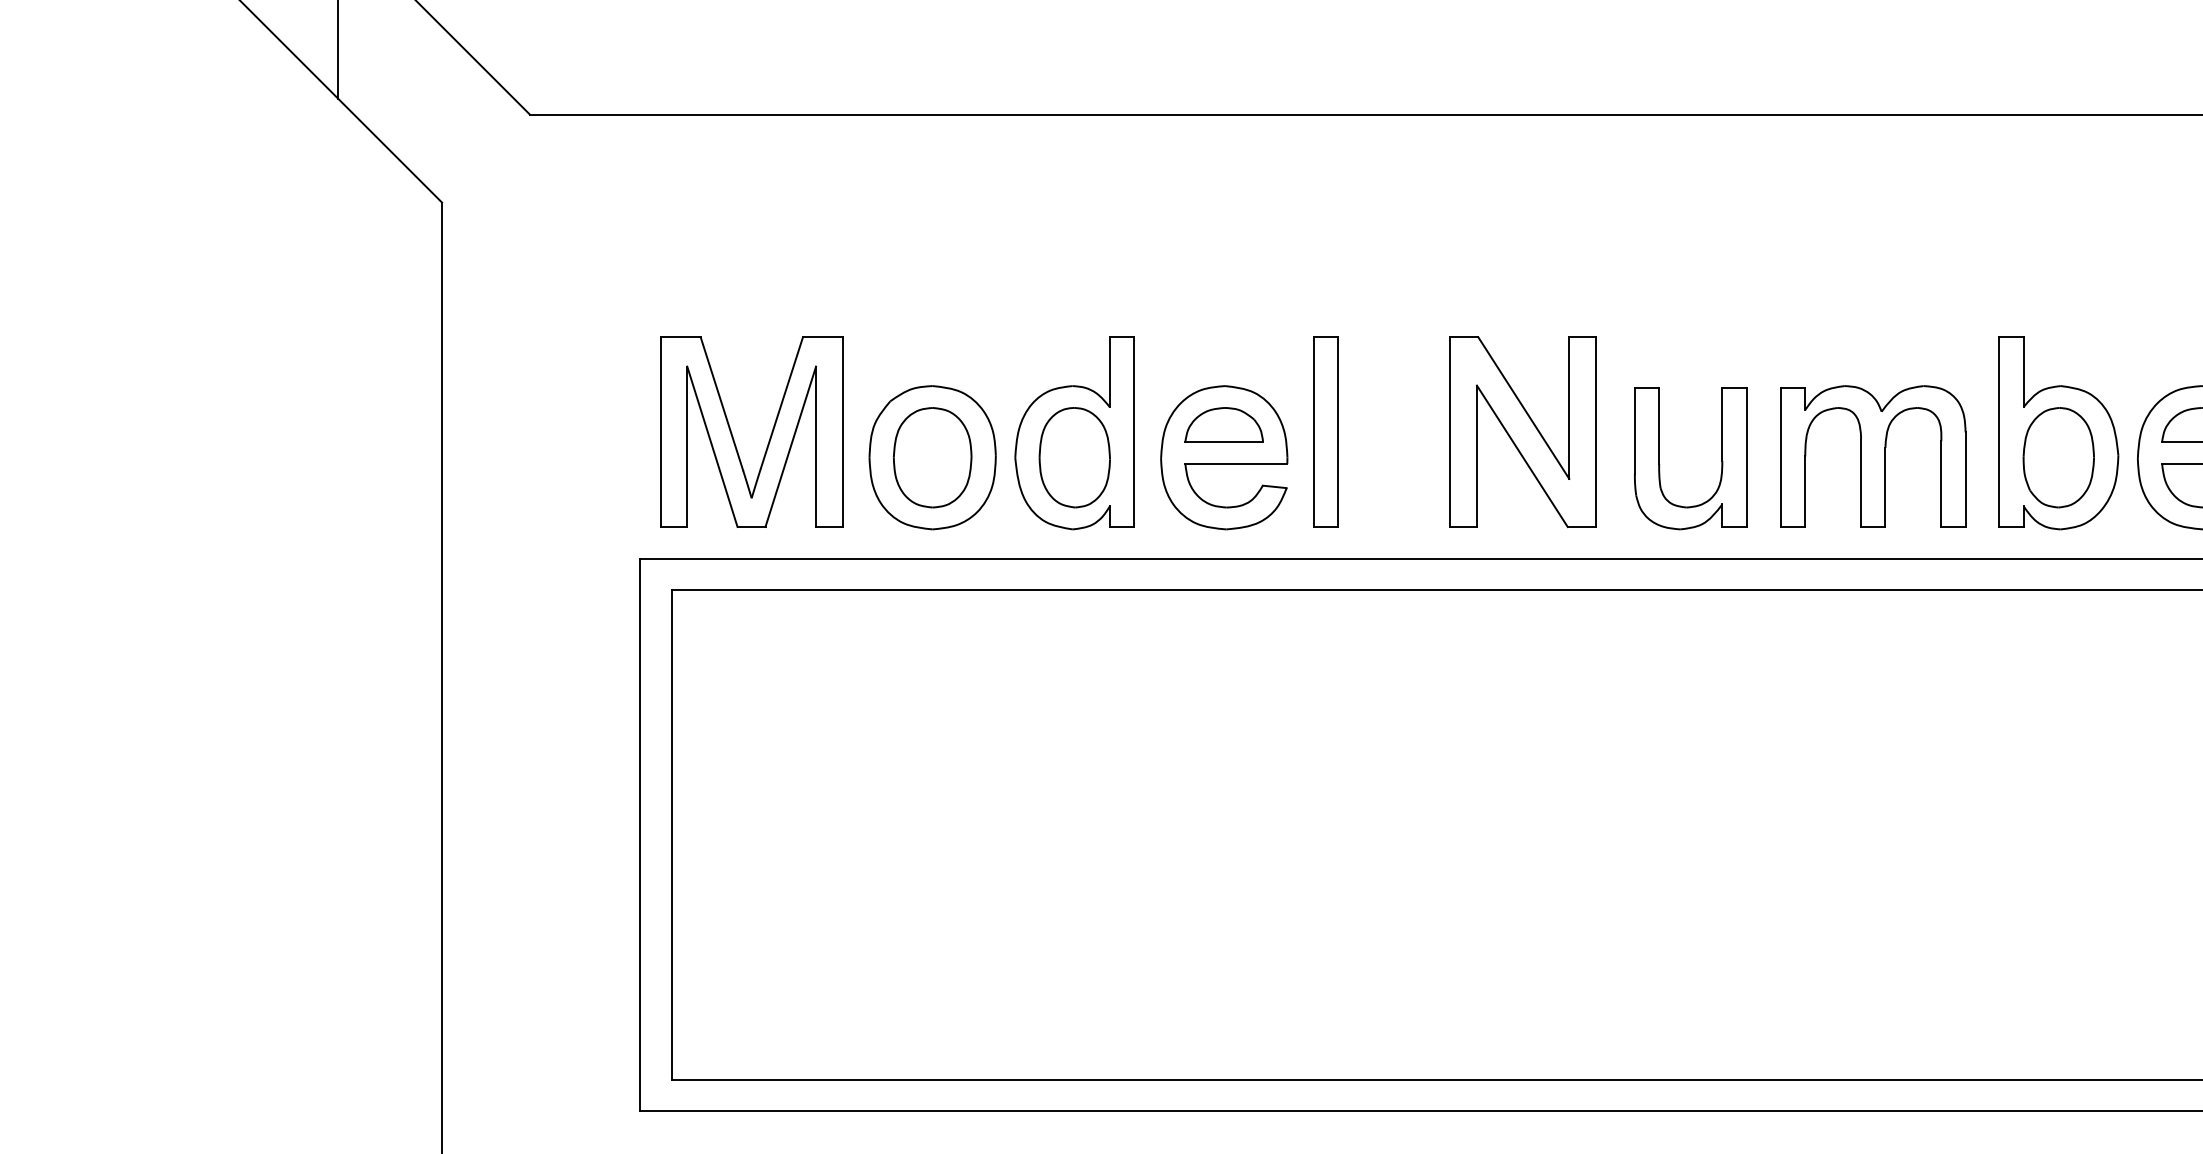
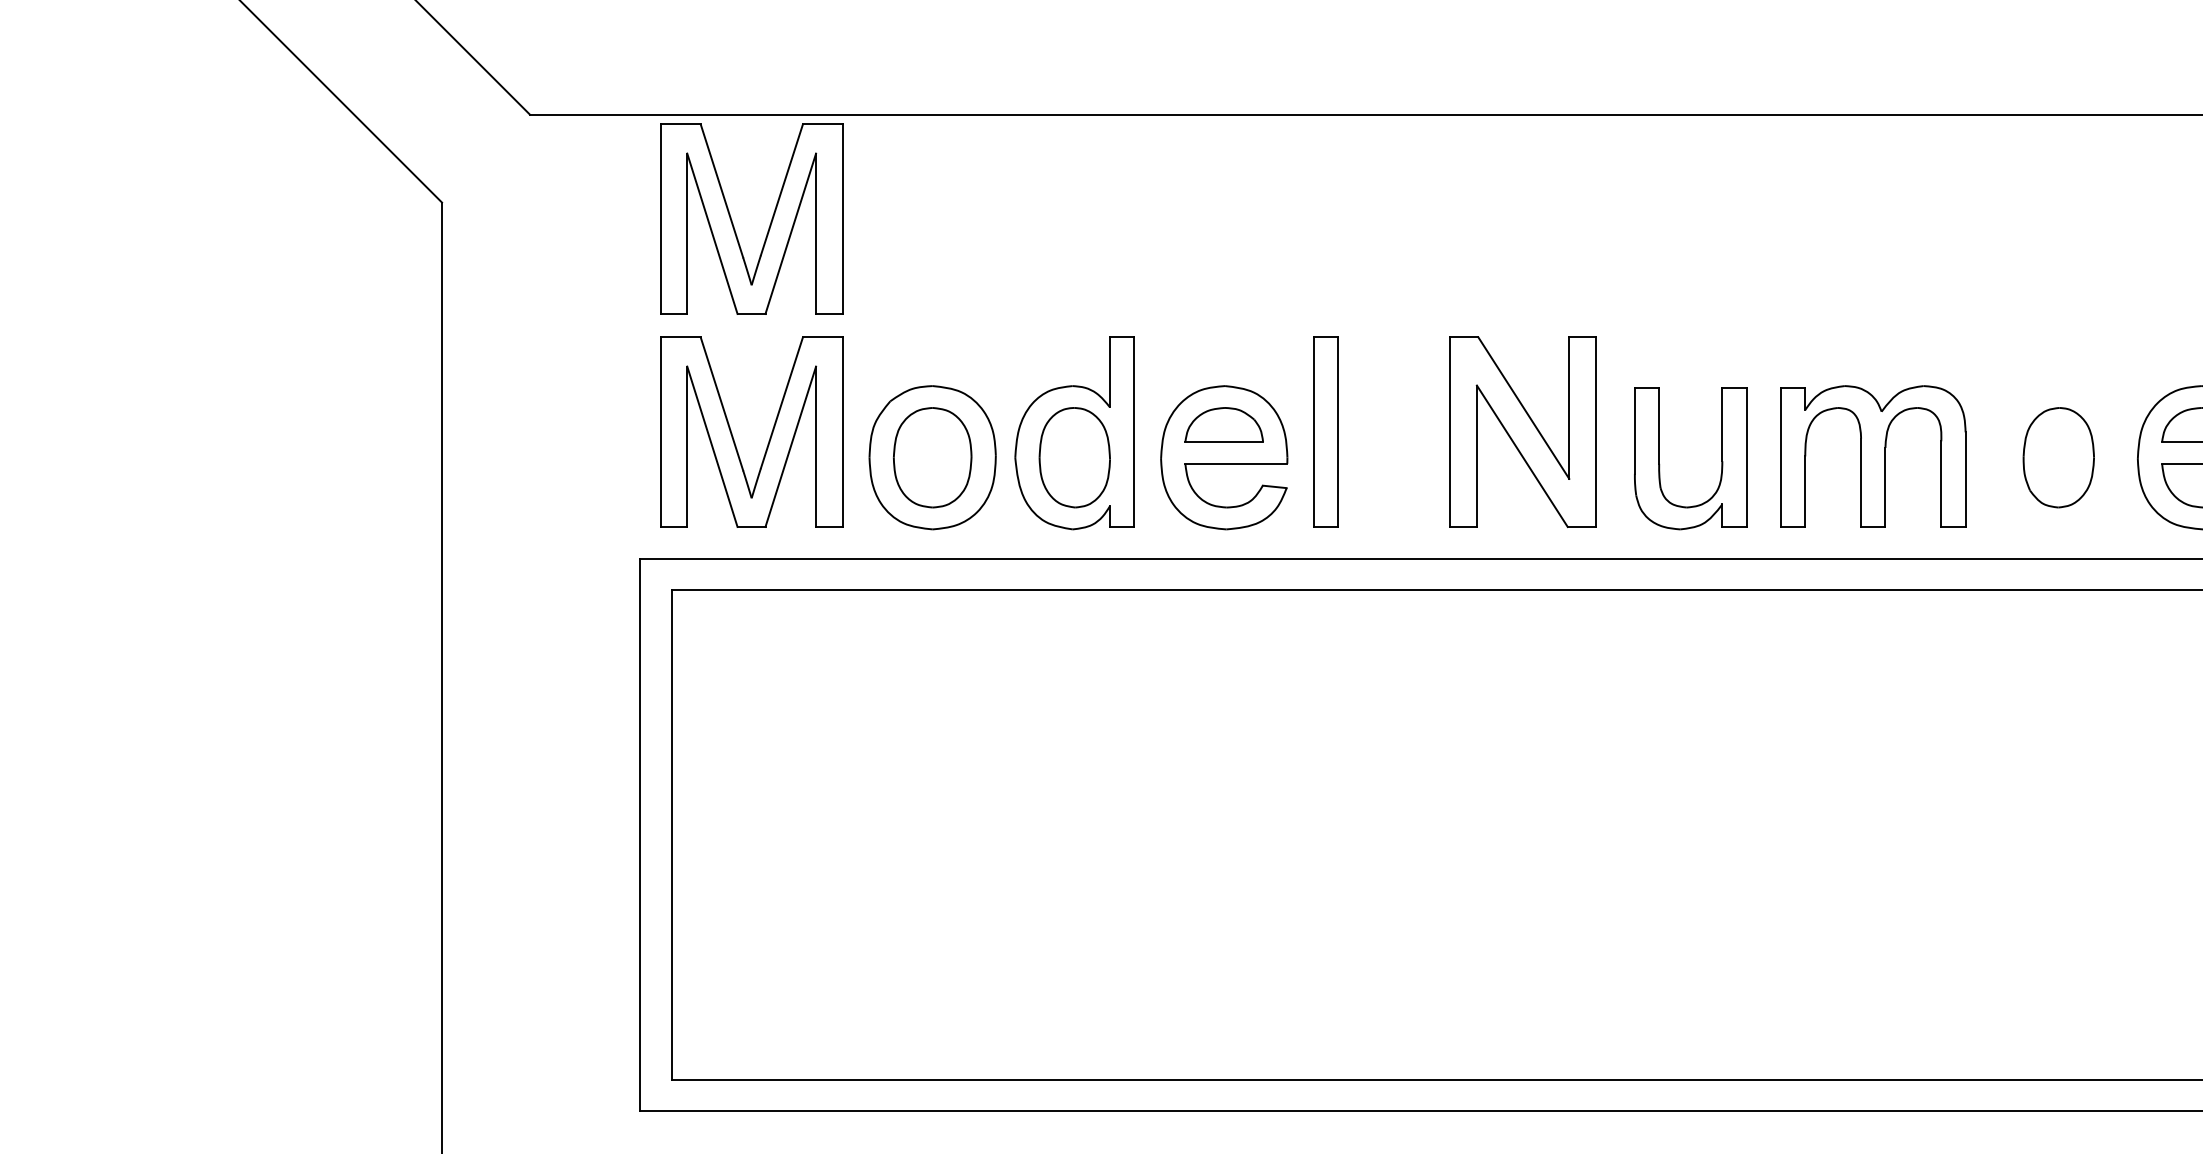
line at (337, 50): present -> none
part at (733, 223): none -> present
part at (2058, 433): present -> none
